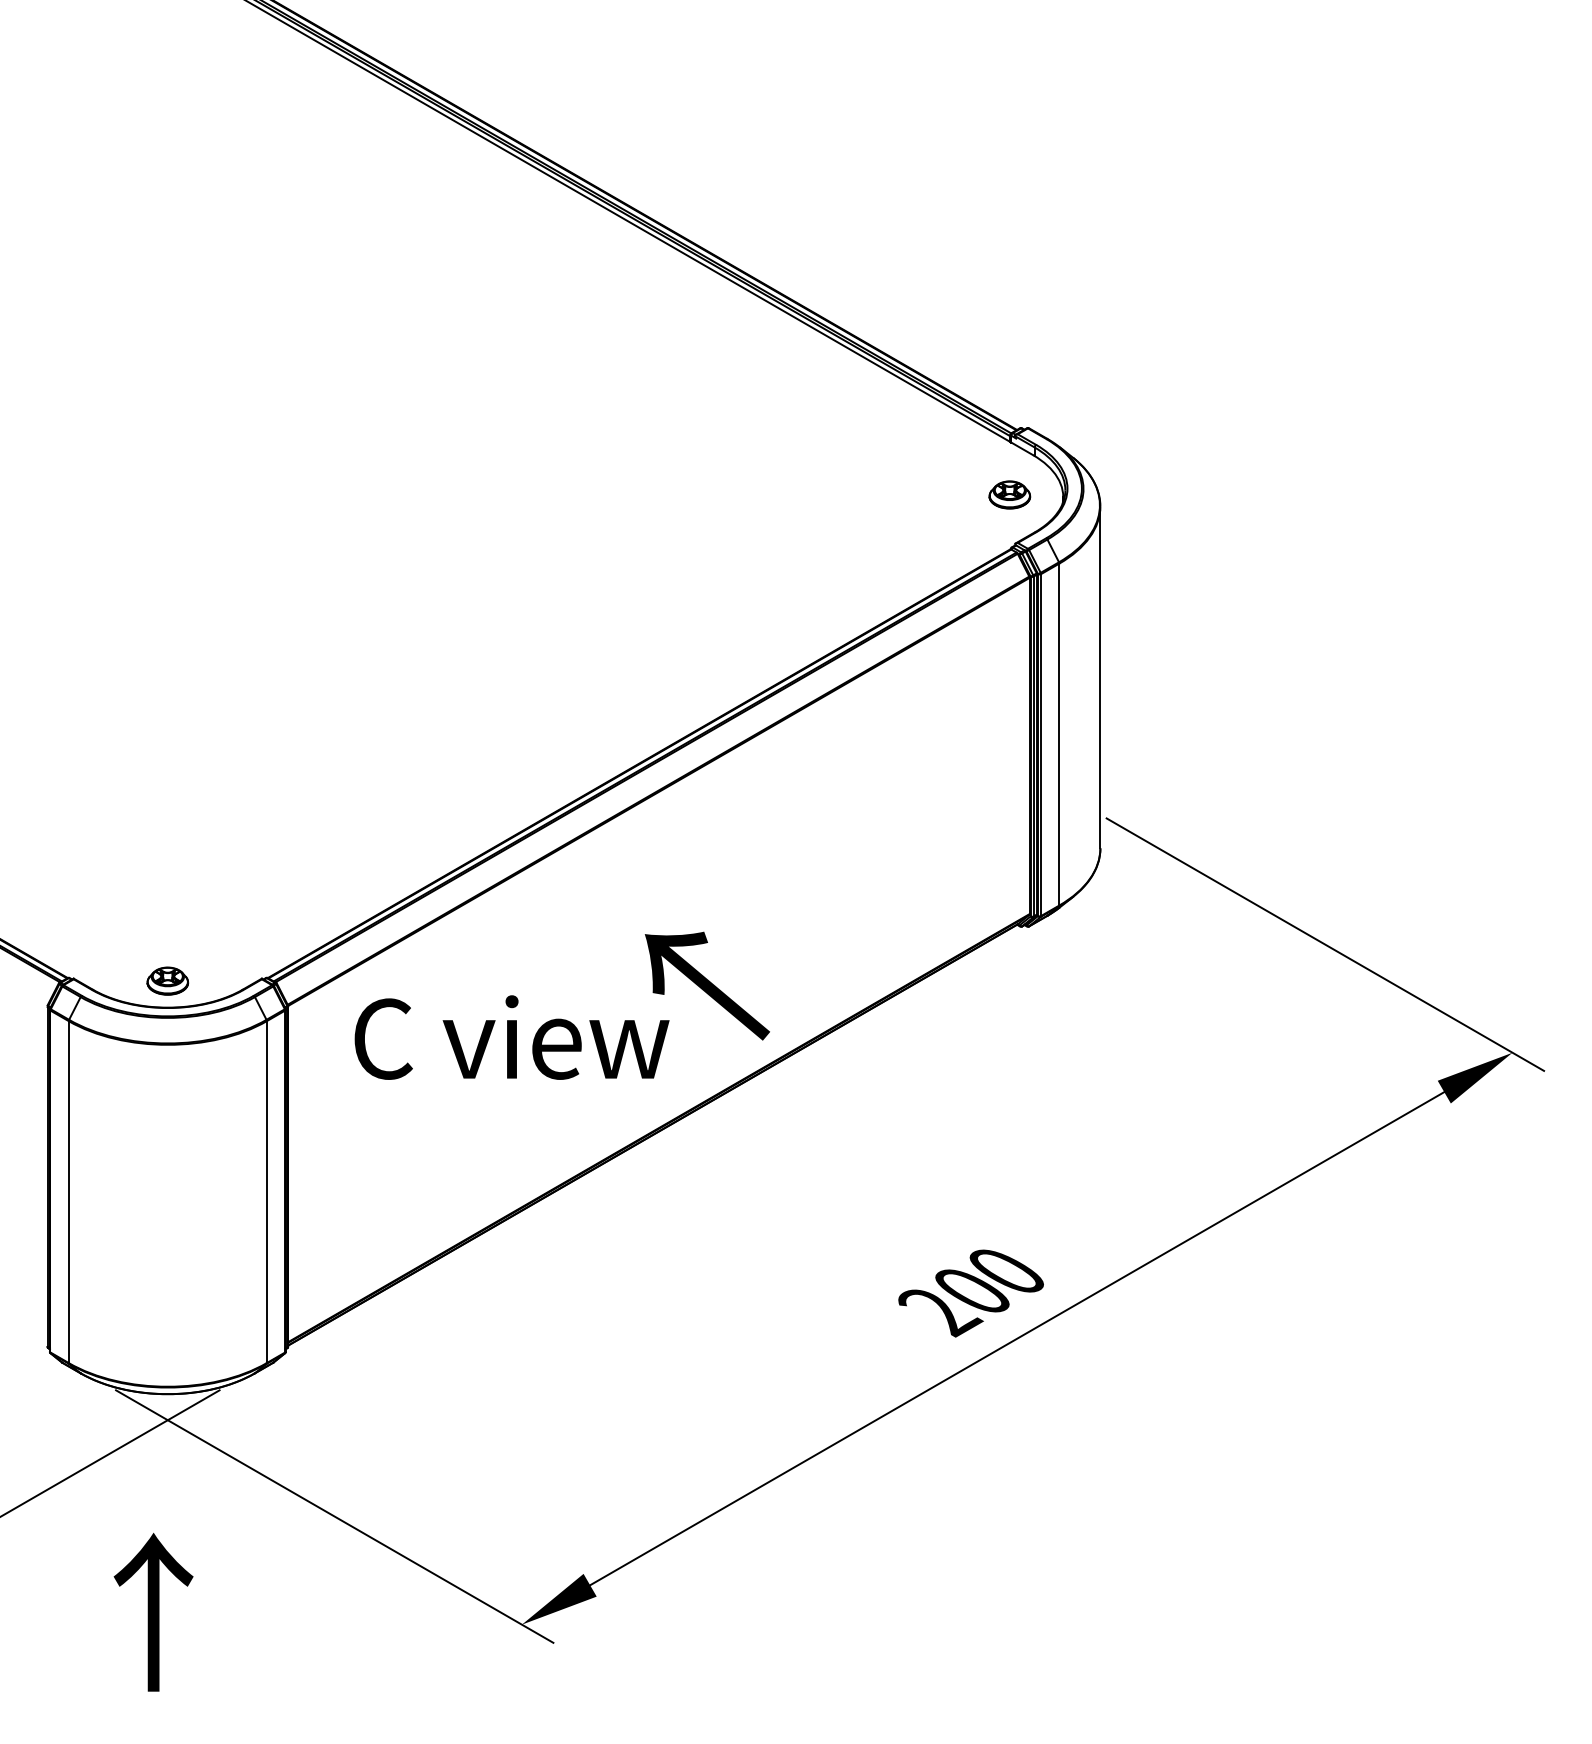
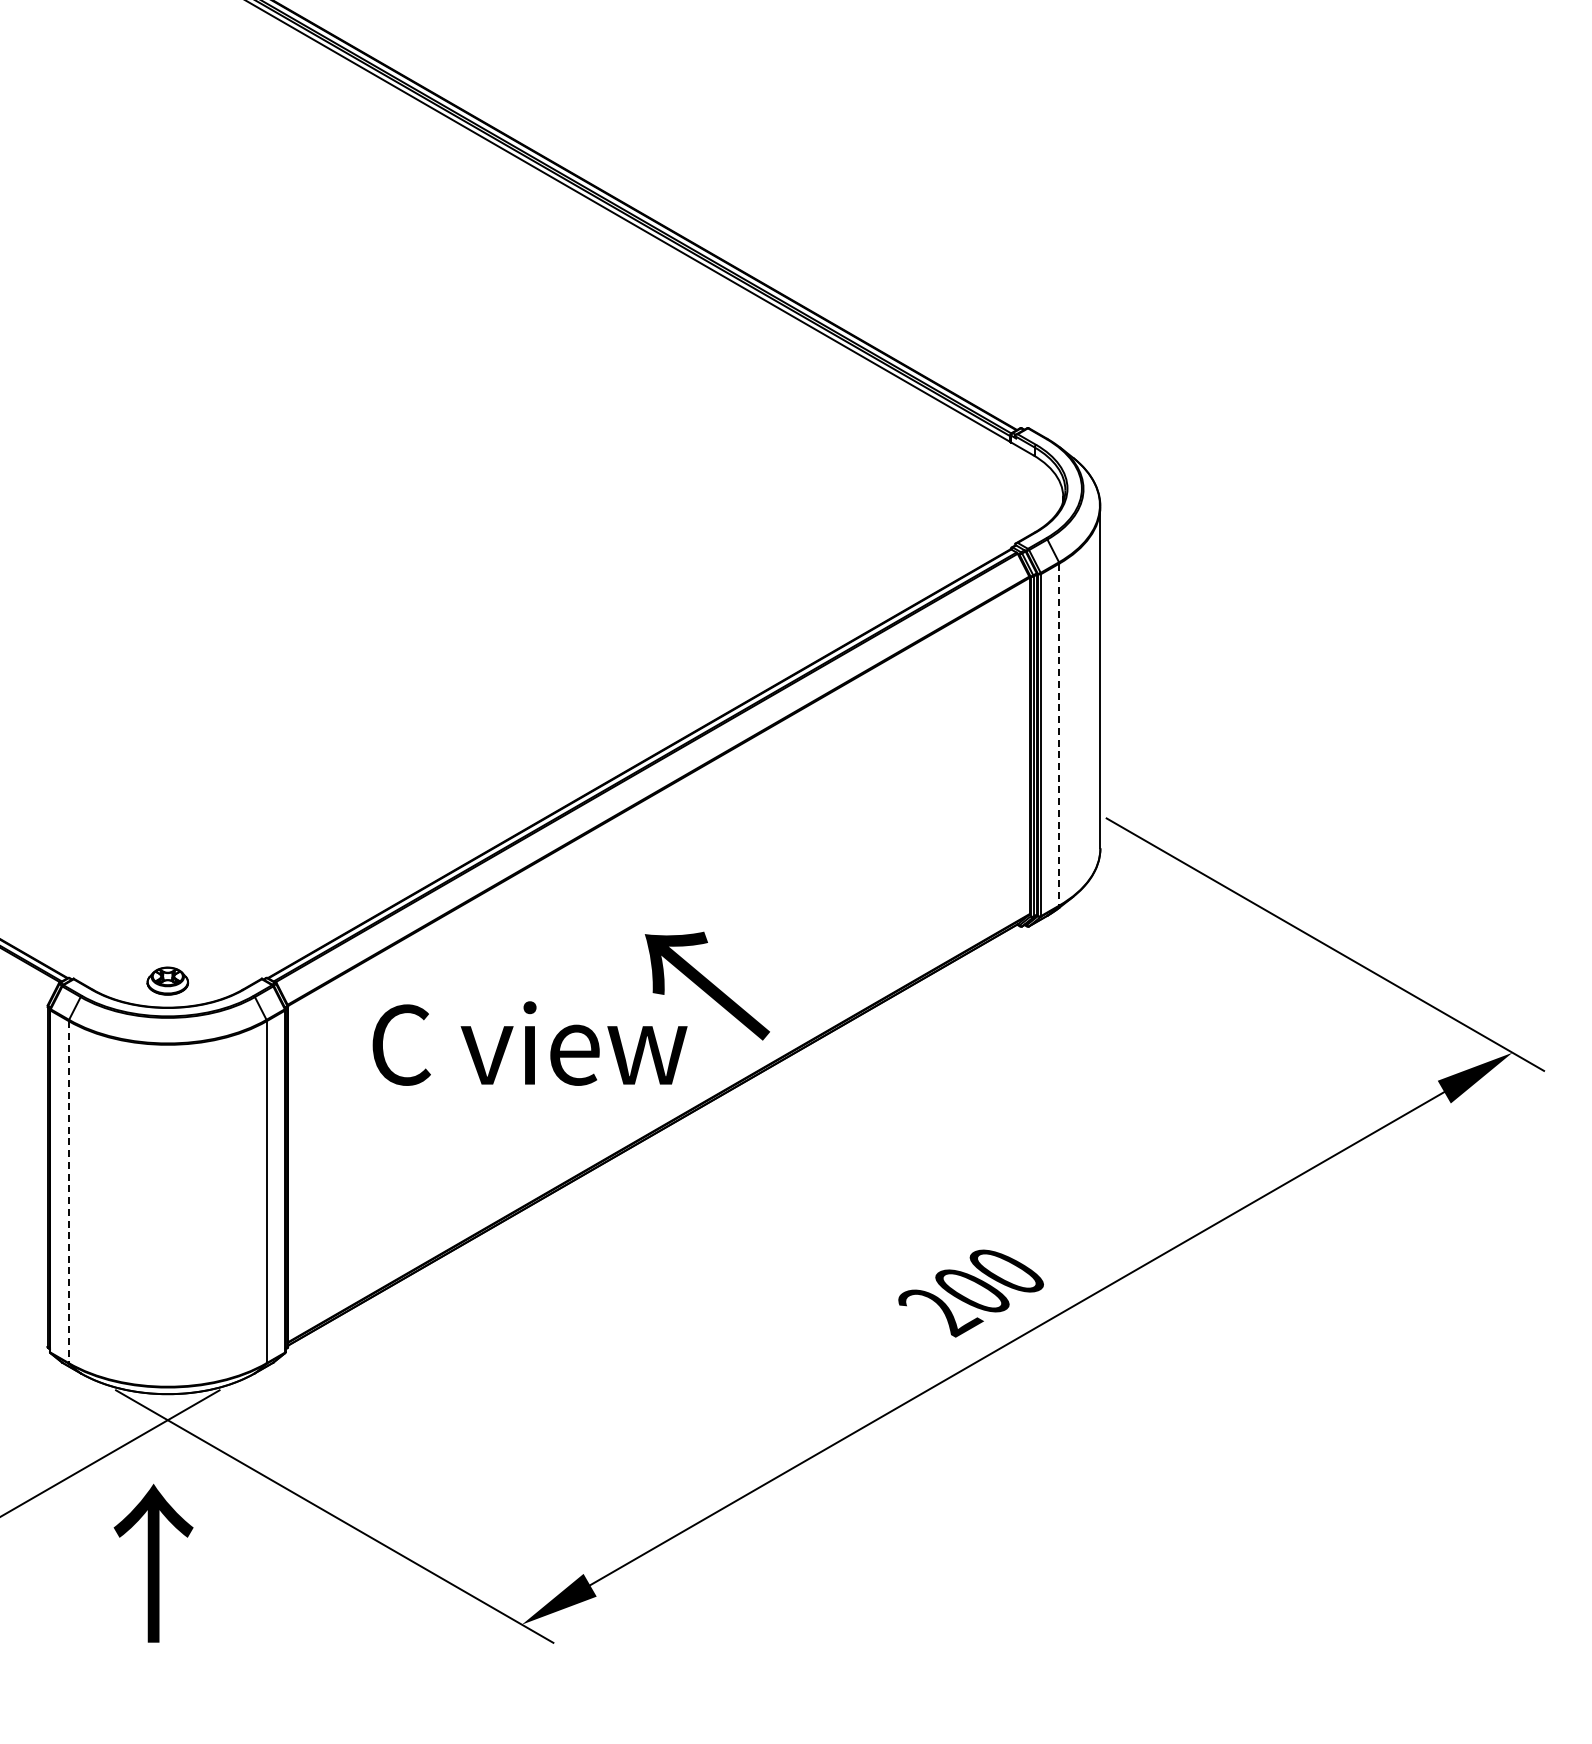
part at (1009, 494): present -> none
line at (1059, 734): solid -> dashed
text at (511, 1037) position: (511, 1037) -> (529, 1043)
line at (68, 1192): solid -> dashed
text at (153, 1611) position: (153, 1611) -> (153, 1562)
